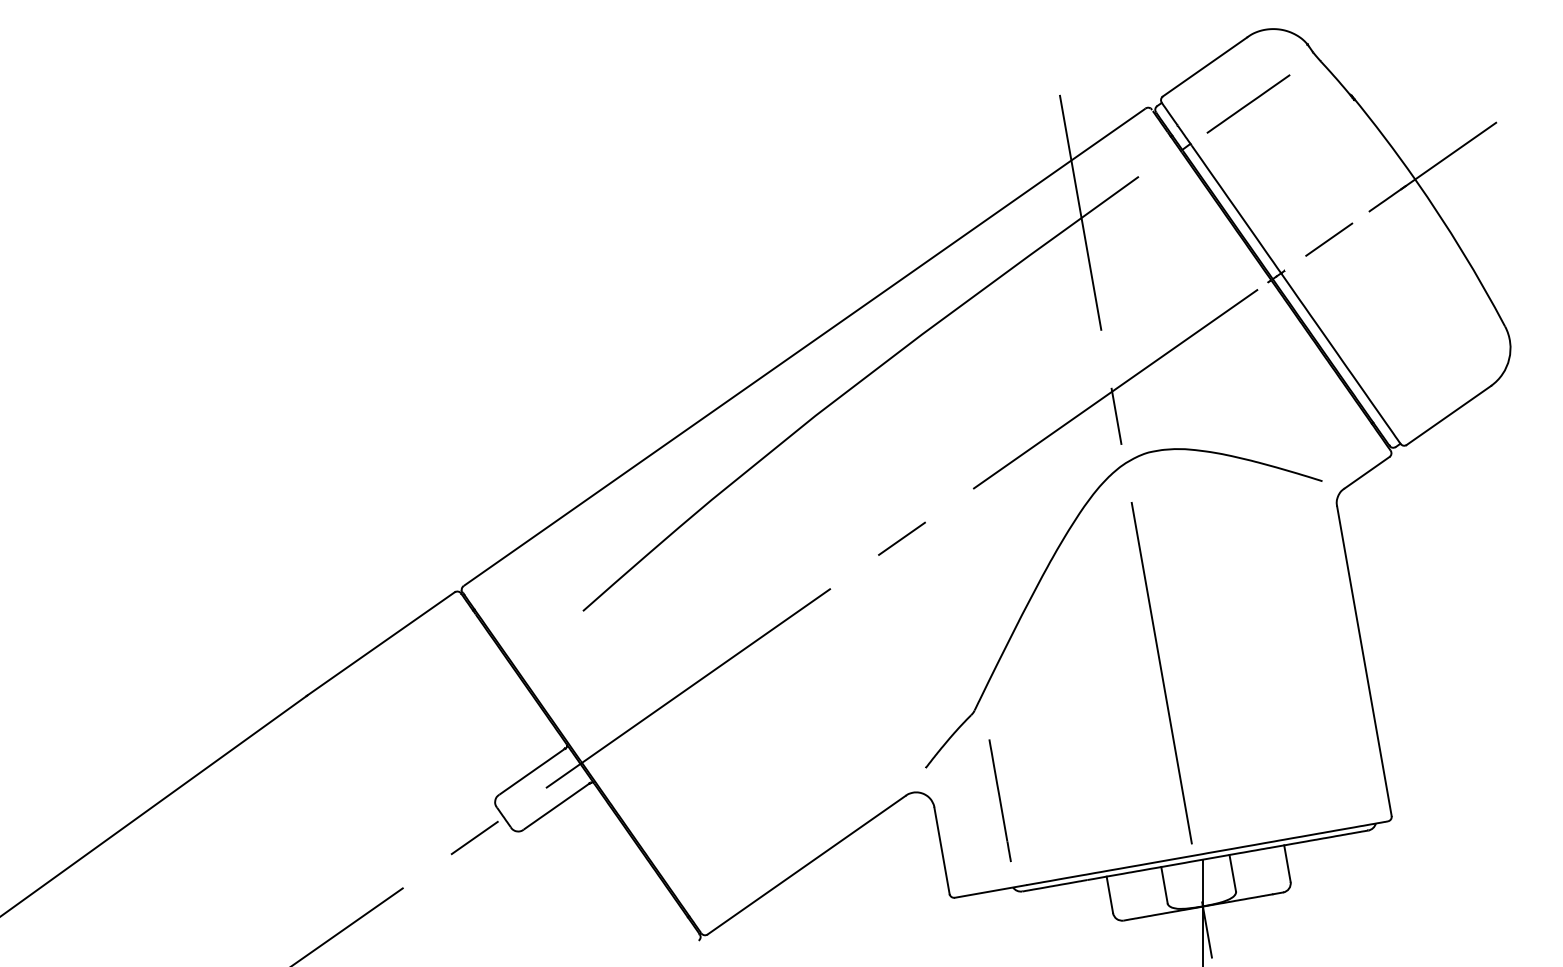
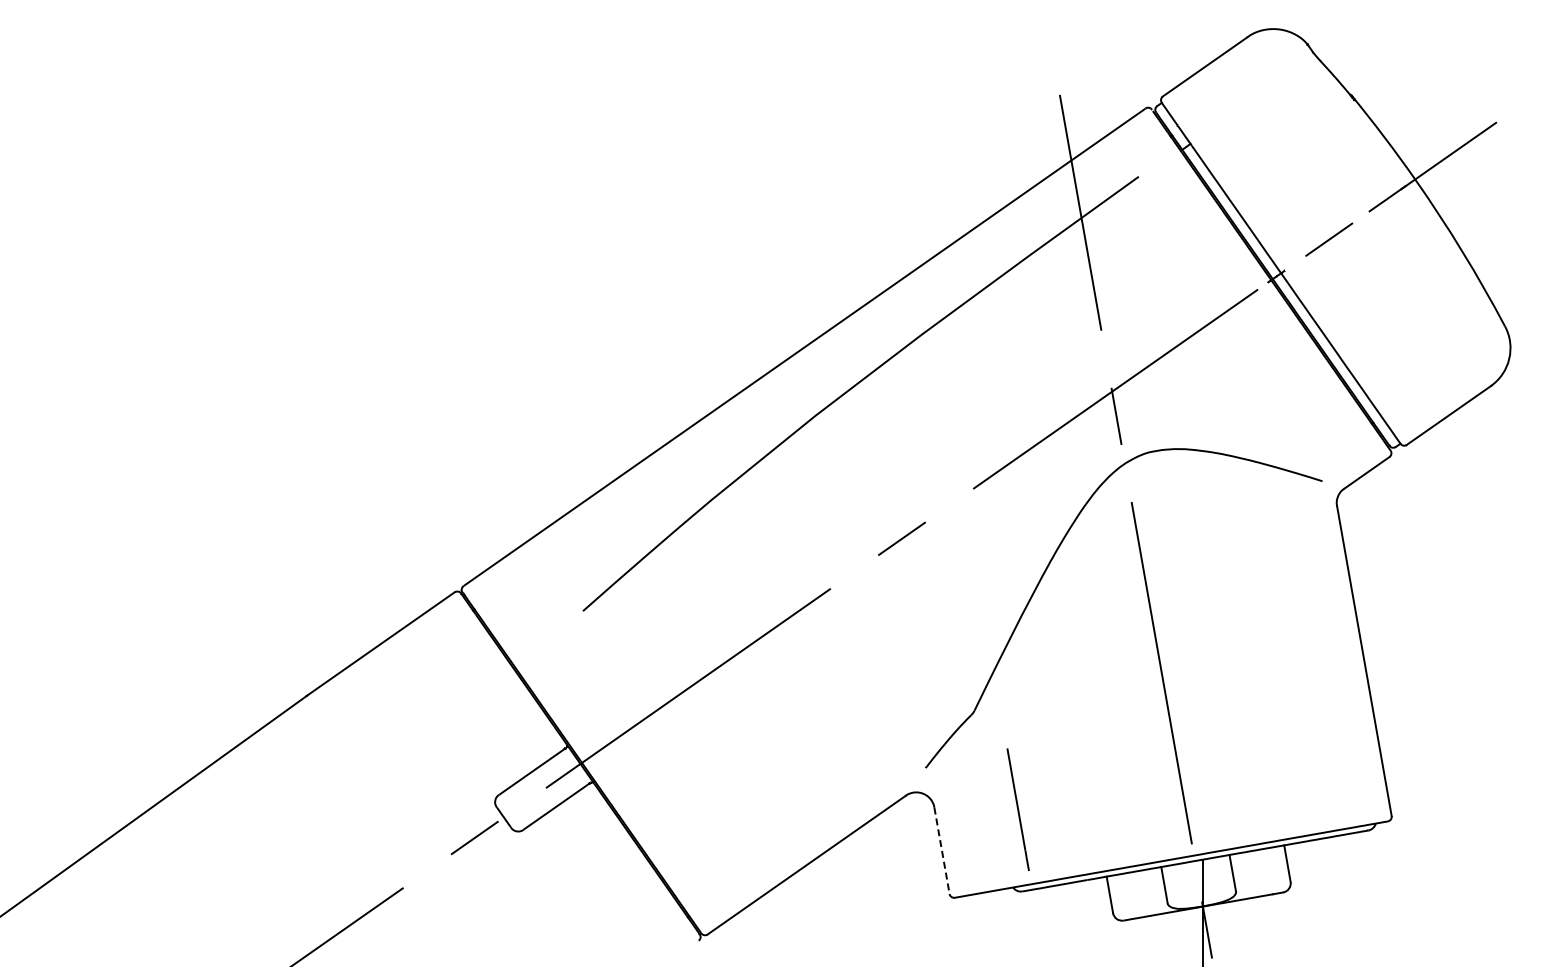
line at (1248, 103): present -> none
line at (999, 800) position: (999, 800) -> (1017, 809)
line at (942, 851): solid -> dashed
